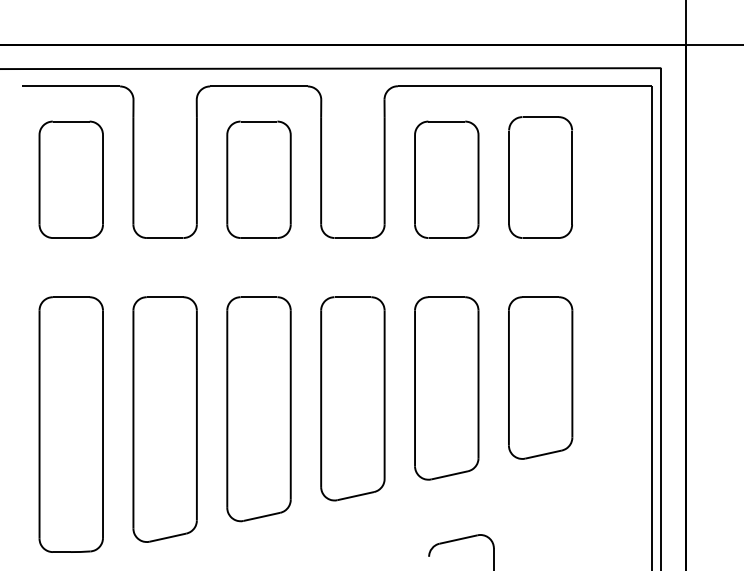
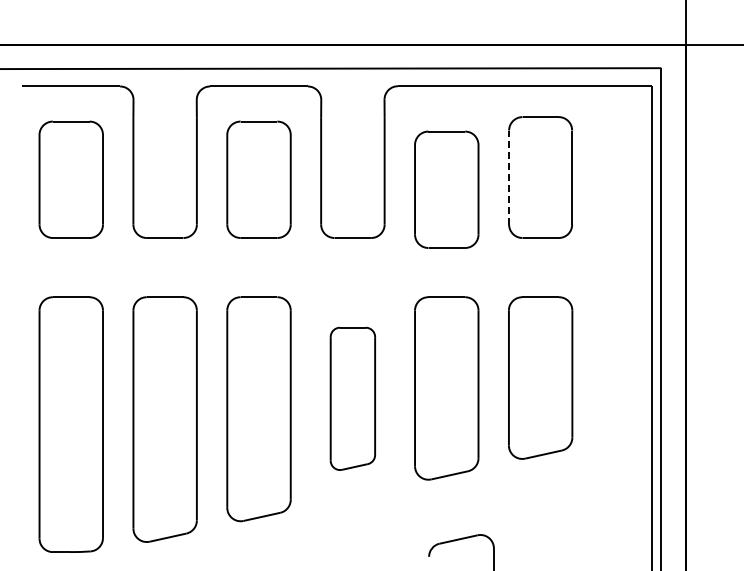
line at (509, 177): solid -> dashed
part at (446, 179) position: (446, 179) -> (446, 189)
part at (352, 398) size: 66x206 px -> 47x145 px
